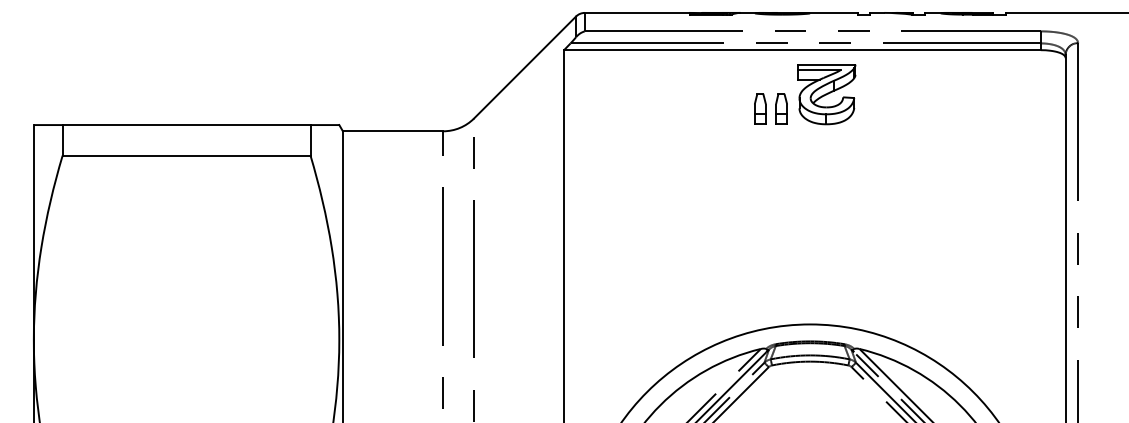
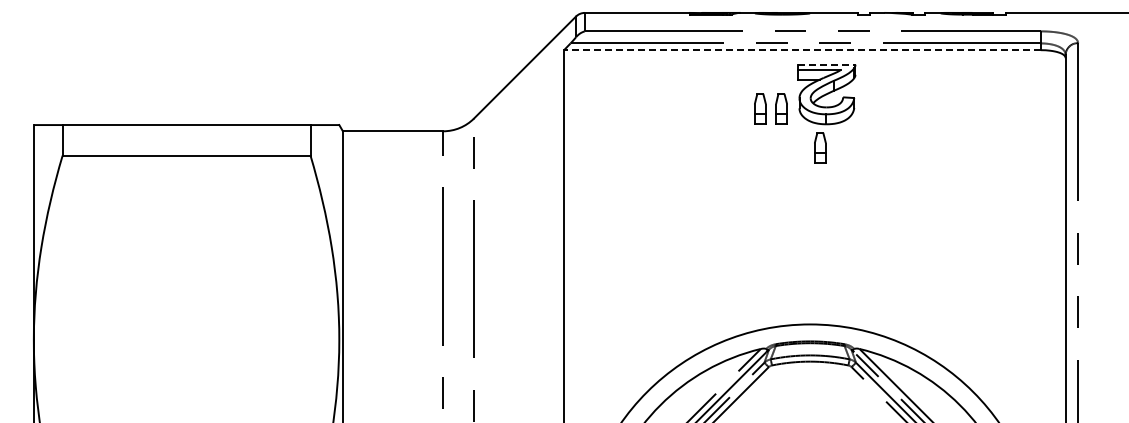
line at (801, 50): solid -> dashed
line at (826, 64): solid -> dashed
part at (820, 147): none -> present
